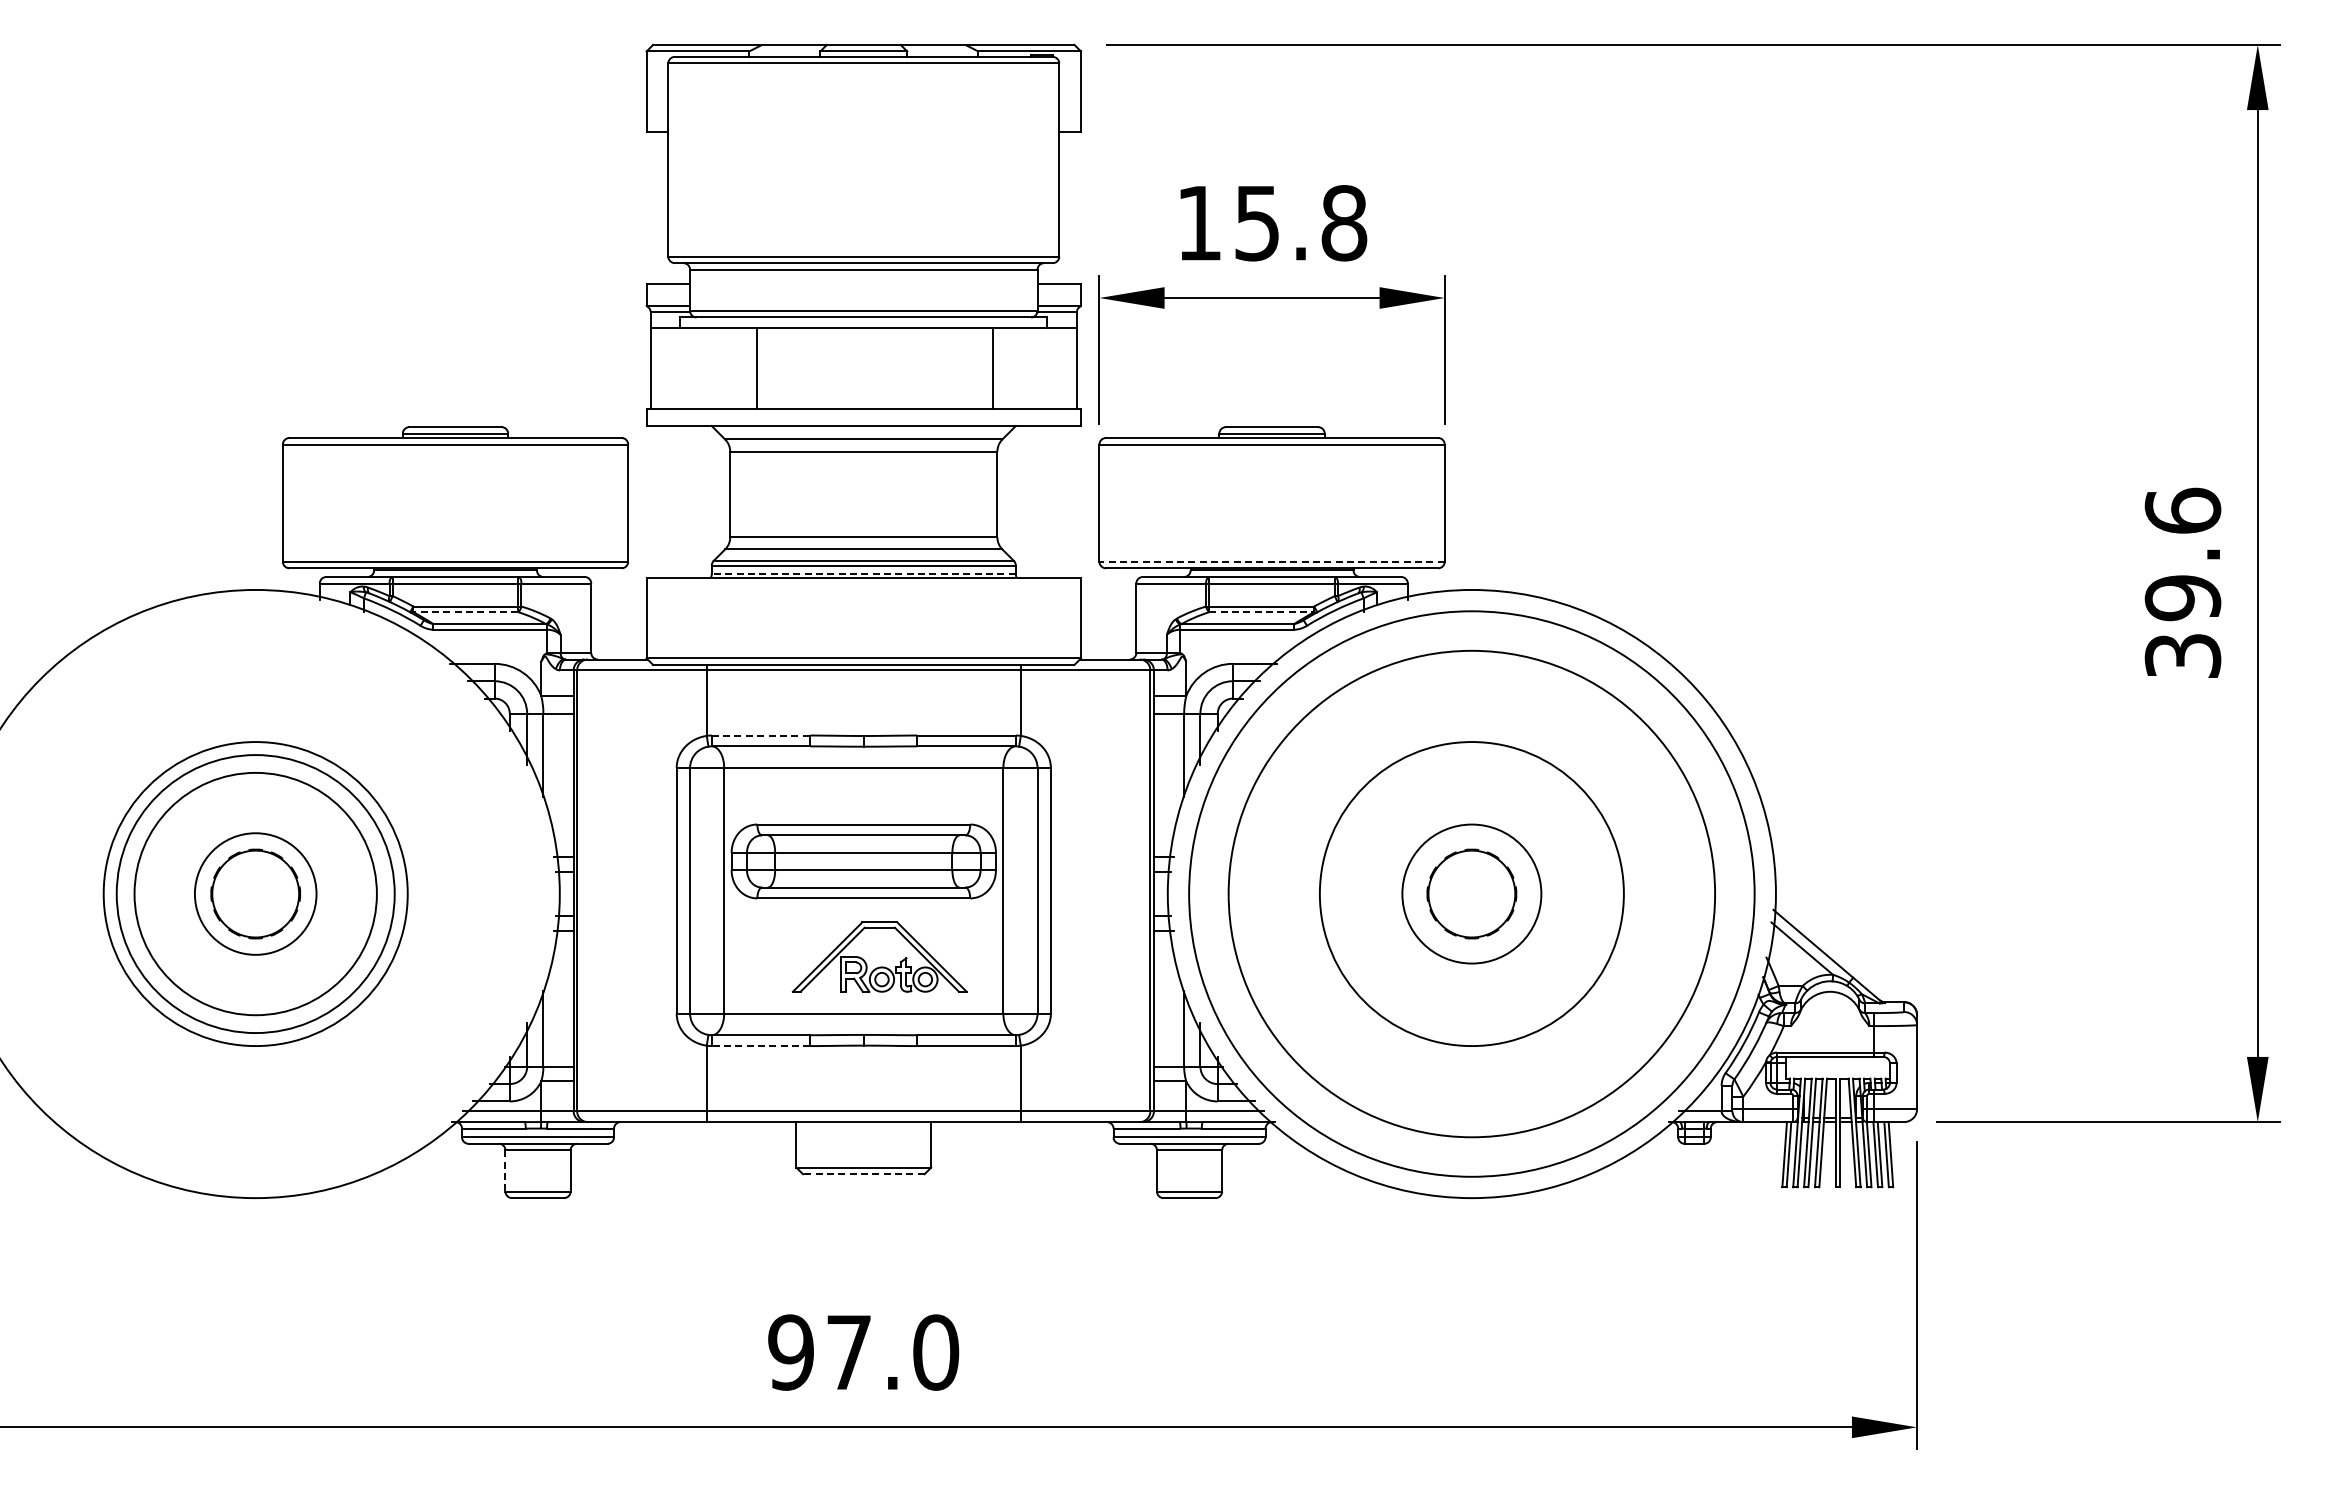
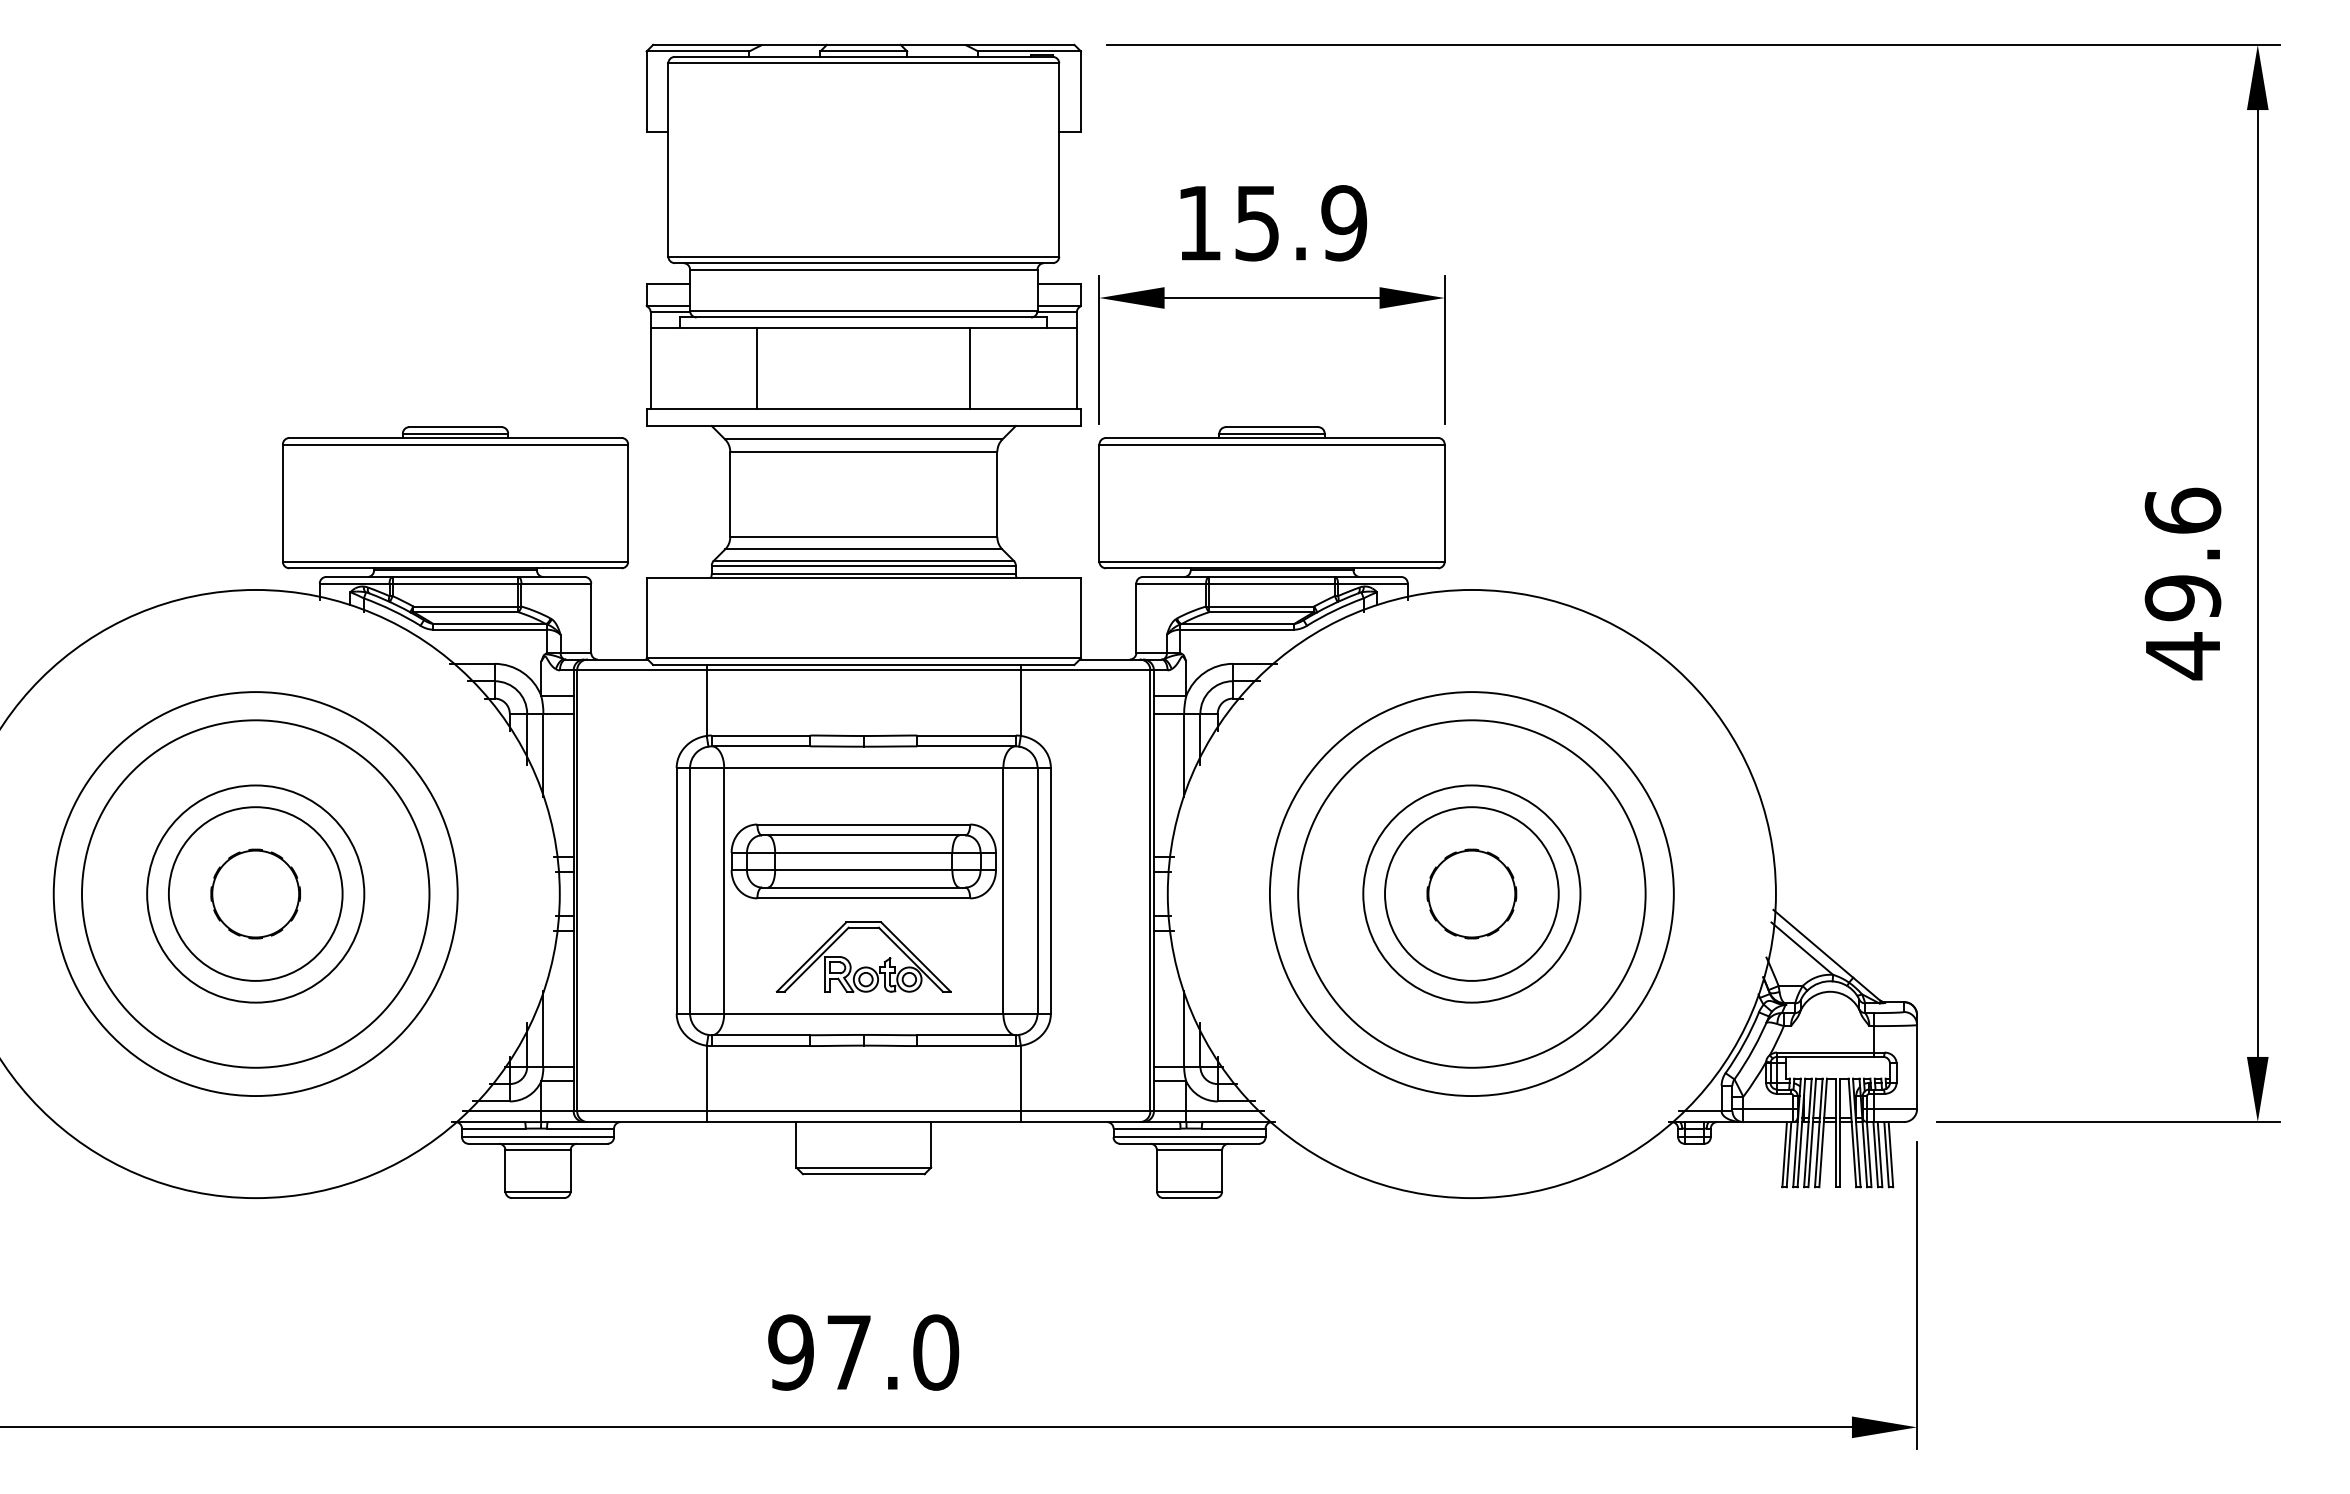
text at (1344, 223): 15.8 -> 15.9
line at (993, 368) position: (993, 368) -> (970, 368)
line at (1272, 561): dashed -> solid
line at (863, 573): dashed -> solid
line at (465, 612): dashed -> solid
line at (1262, 612): dashed -> solid
text at (2182, 656): 39.6 -> 49.6
line at (761, 735): dashed -> solid
circle at (255, 893) diameter: 122 px -> 174 px
circle at (255, 893) diameter: 242 px -> 404 px
circle at (1471, 893) diameter: 139 px -> 174 px
circle at (1471, 893) diameter: 486 px -> 347 px
circle at (1471, 893) diameter: 566 px -> 404 px
circle at (255, 894) diameter: 278 px -> 347 px
circle at (255, 894) diameter: 304 px -> 217 px
circle at (1471, 894) diameter: 304 px -> 217 px
part at (879, 966) position: (879, 966) -> (863, 966)
line at (760, 1046): dashed -> solid
line at (505, 1170): dashed -> solid
line at (863, 1174): dashed -> solid
